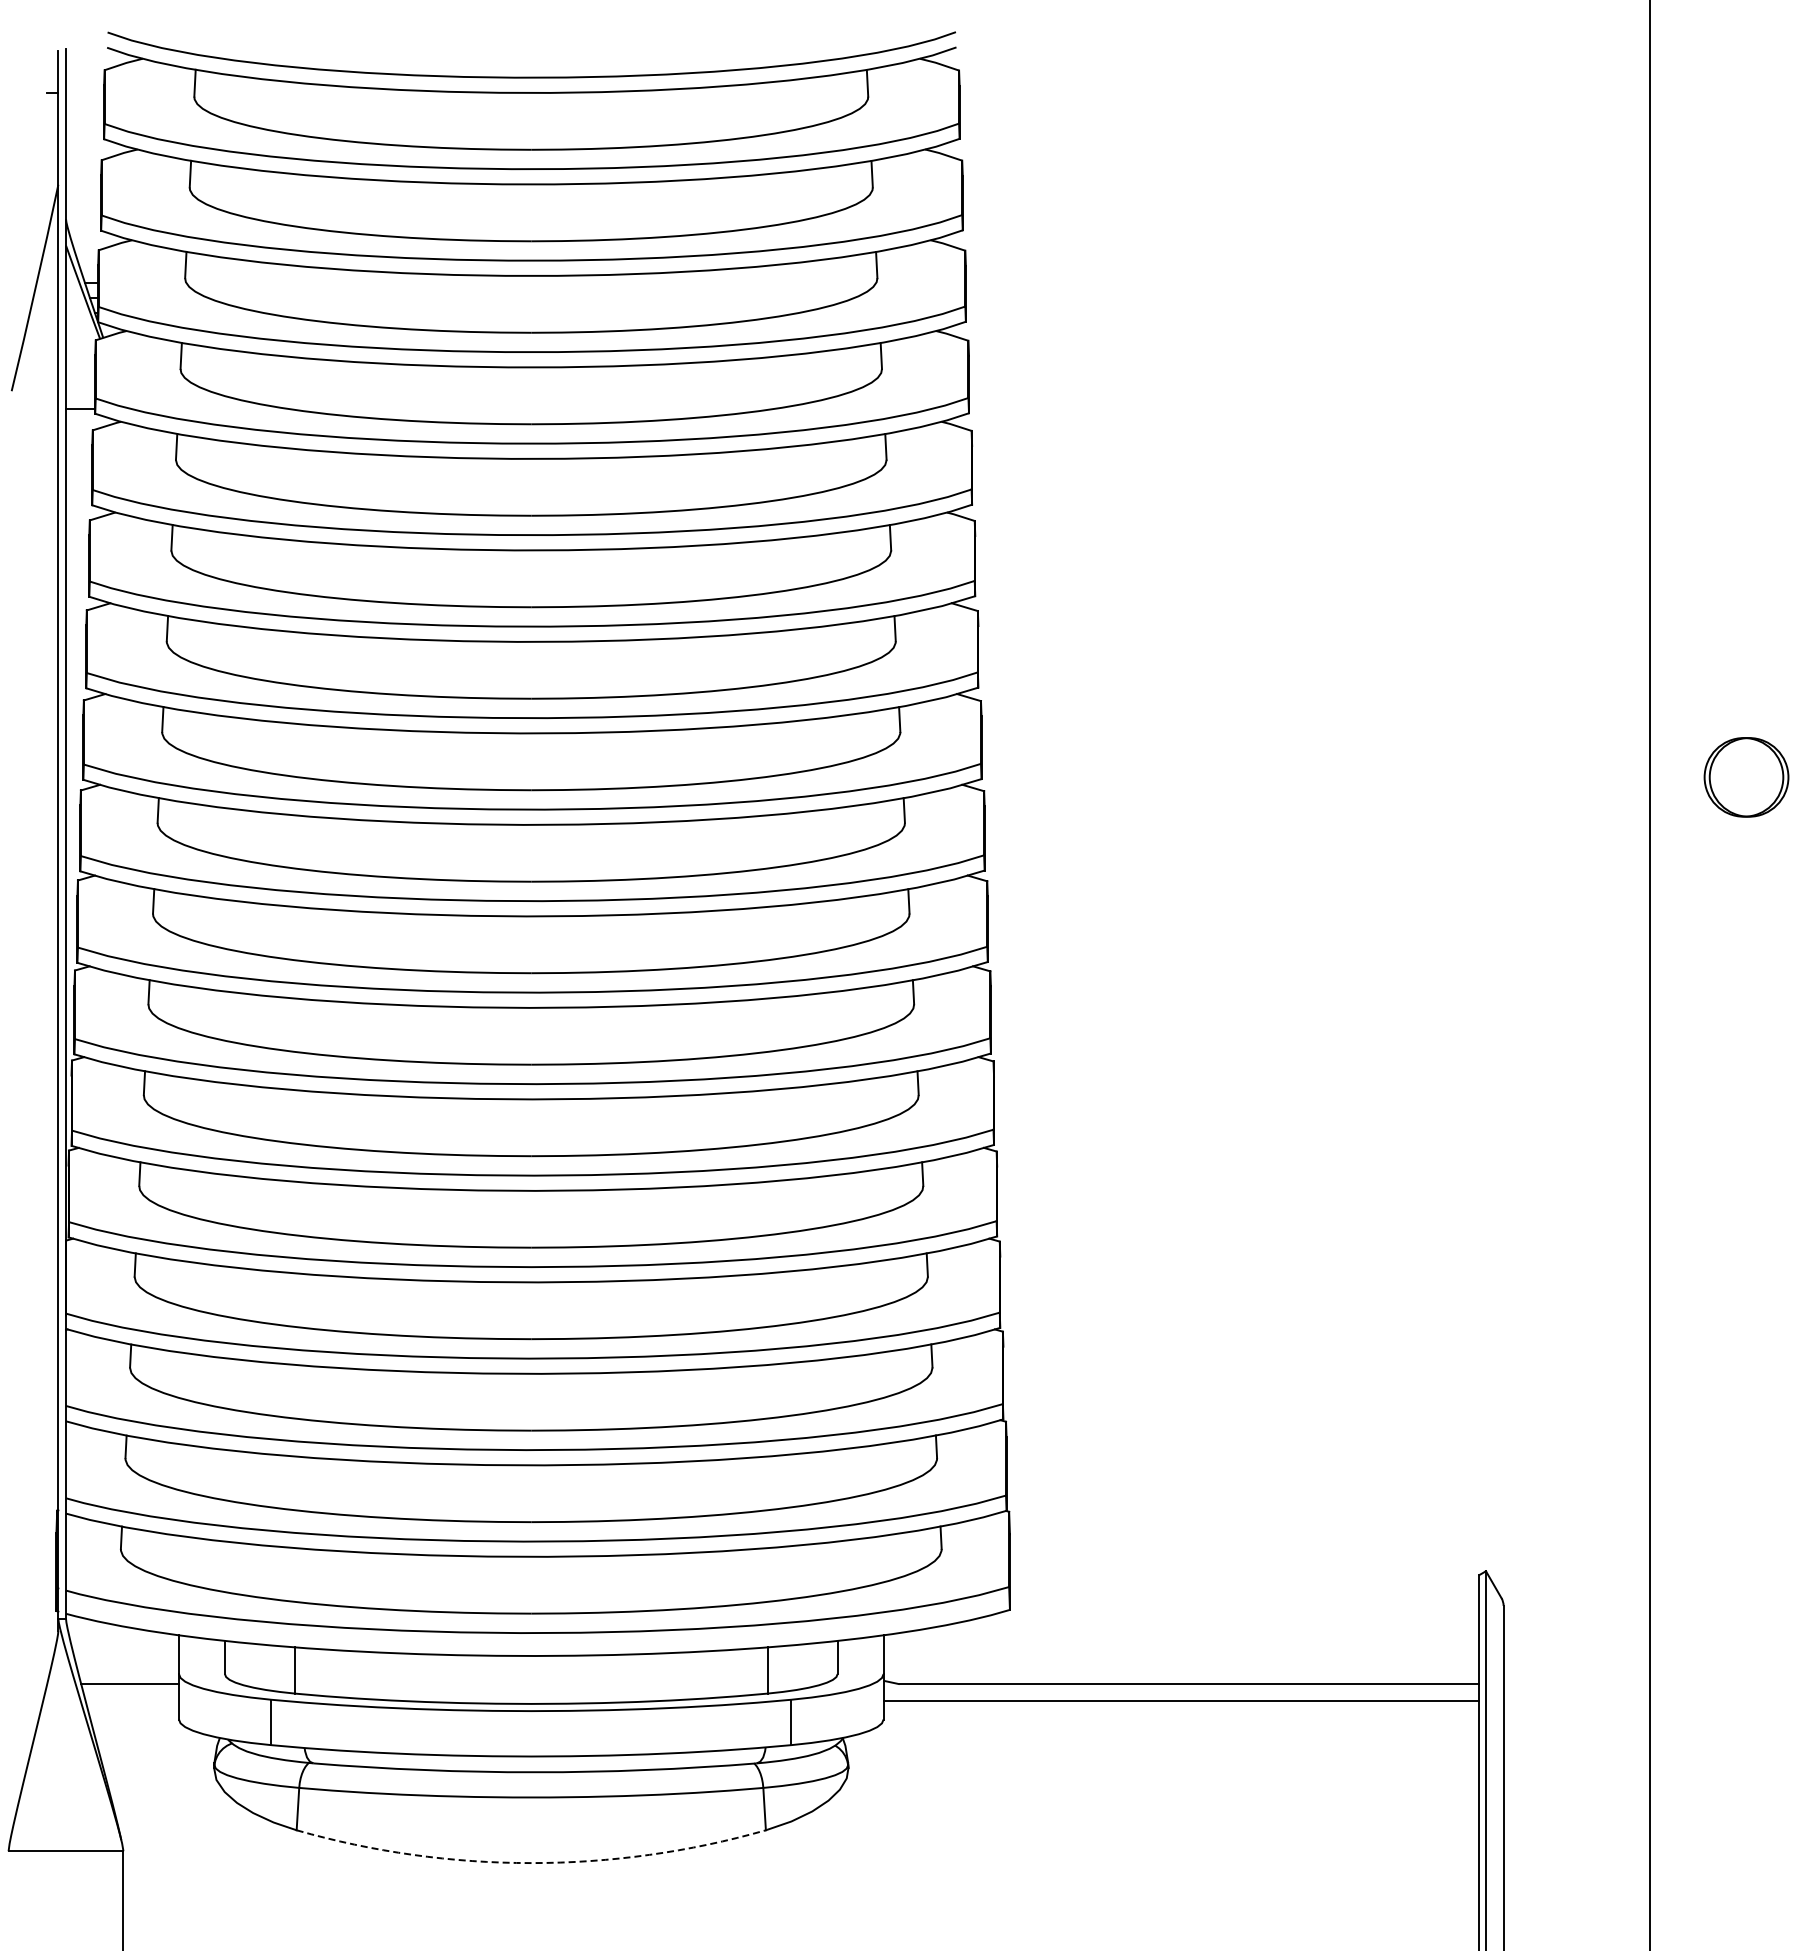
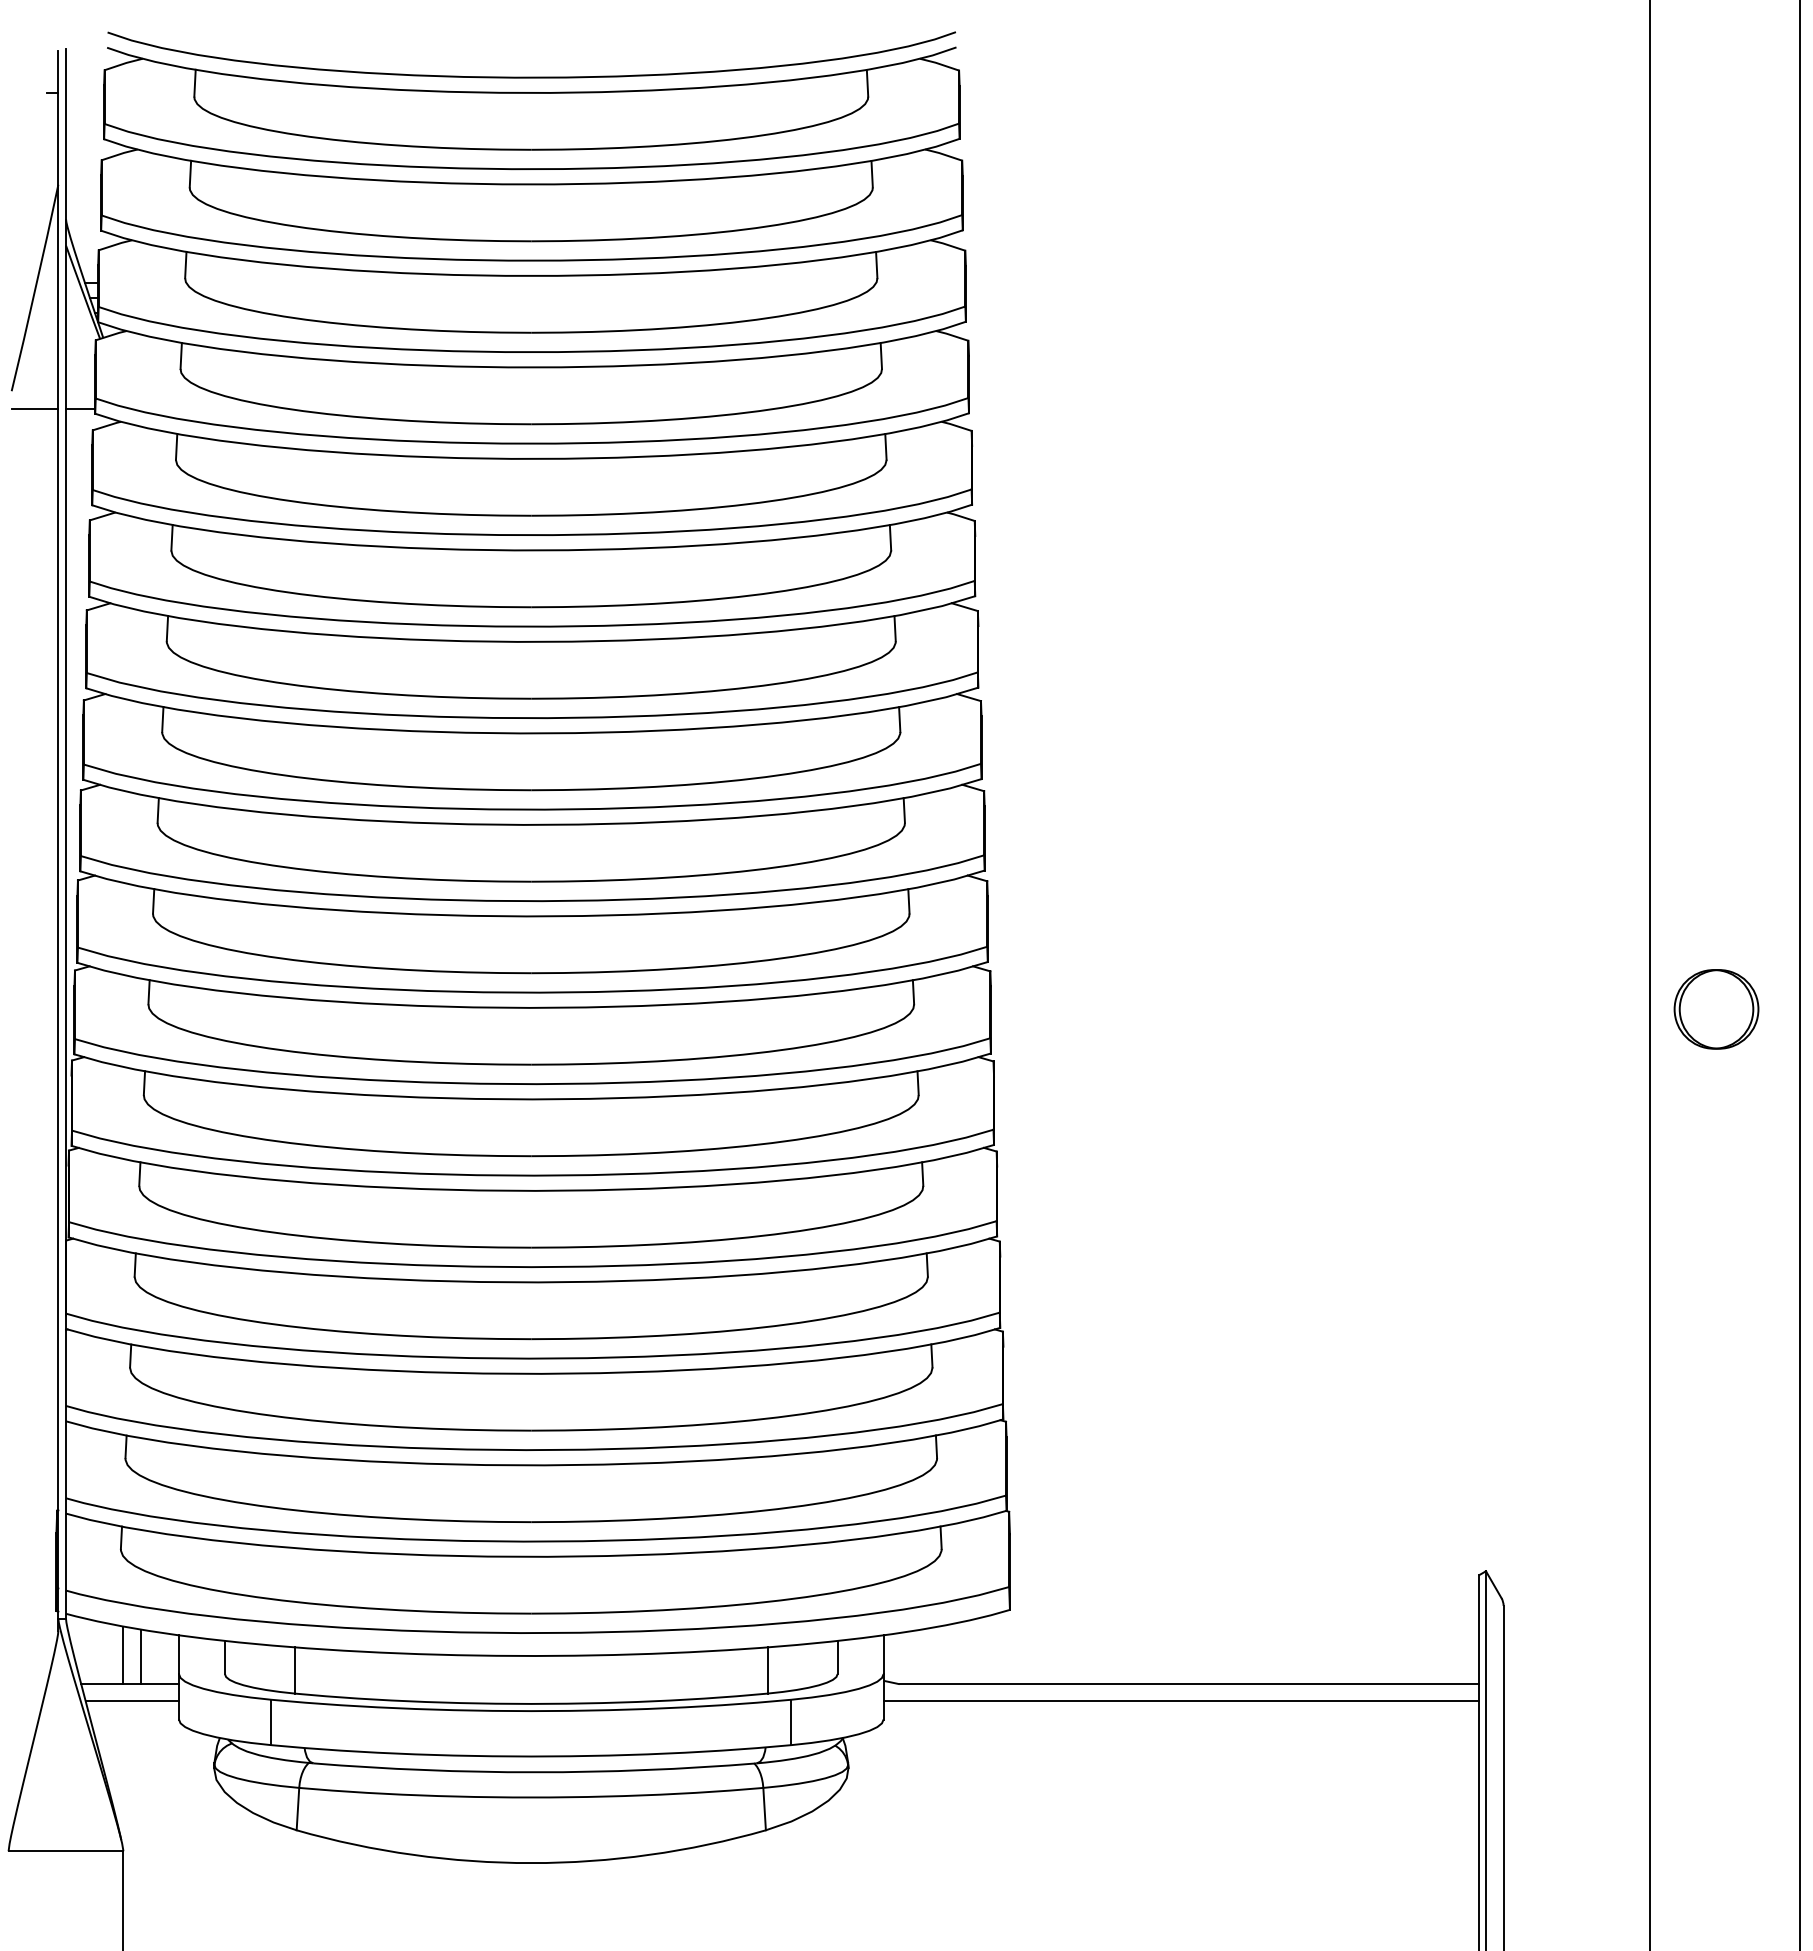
line at (34, 408): none -> present
part at (1746, 777) position: (1746, 777) -> (1716, 1009)
line at (1800, 974): none -> present
line at (123, 1655): none -> present
line at (140, 1656): none -> present
line at (131, 1700): none -> present
arc at (531, 1863): dashed -> solid
